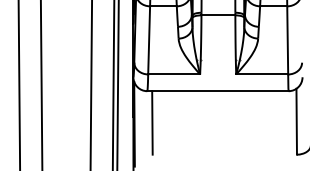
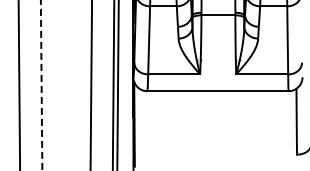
line at (41, 85): solid -> dashed
line at (152, 122): present -> none
